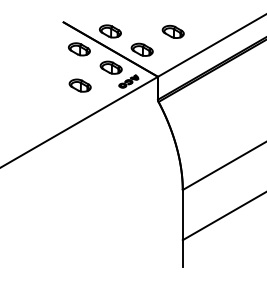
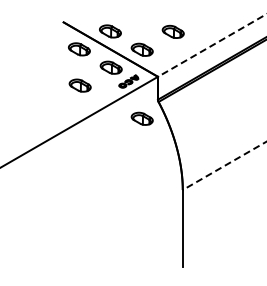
line at (212, 45): solid -> dashed
part at (141, 118): none -> present
line at (224, 166): solid -> dashed
line at (222, 216): present -> none
